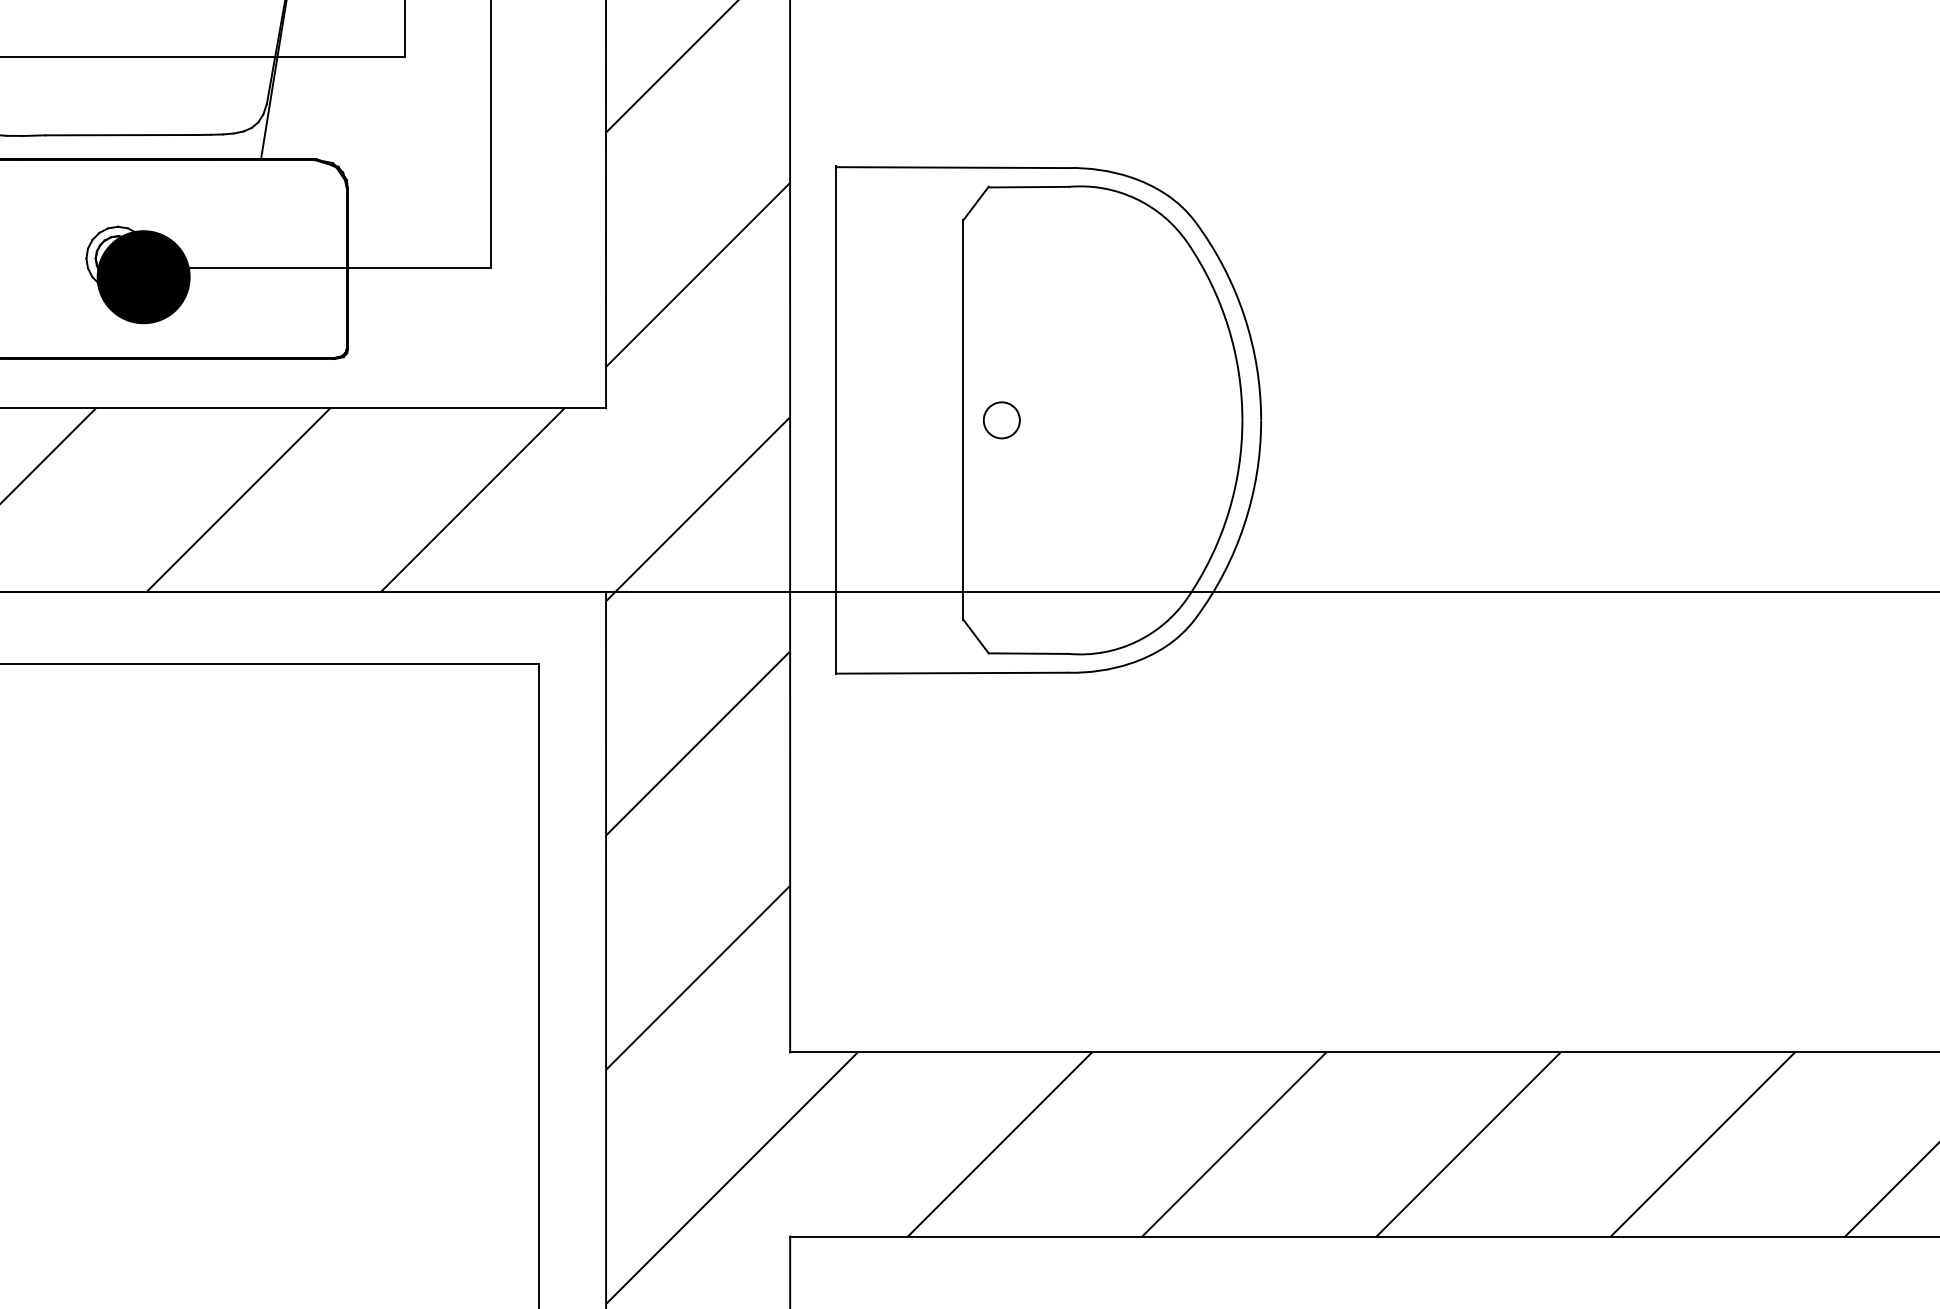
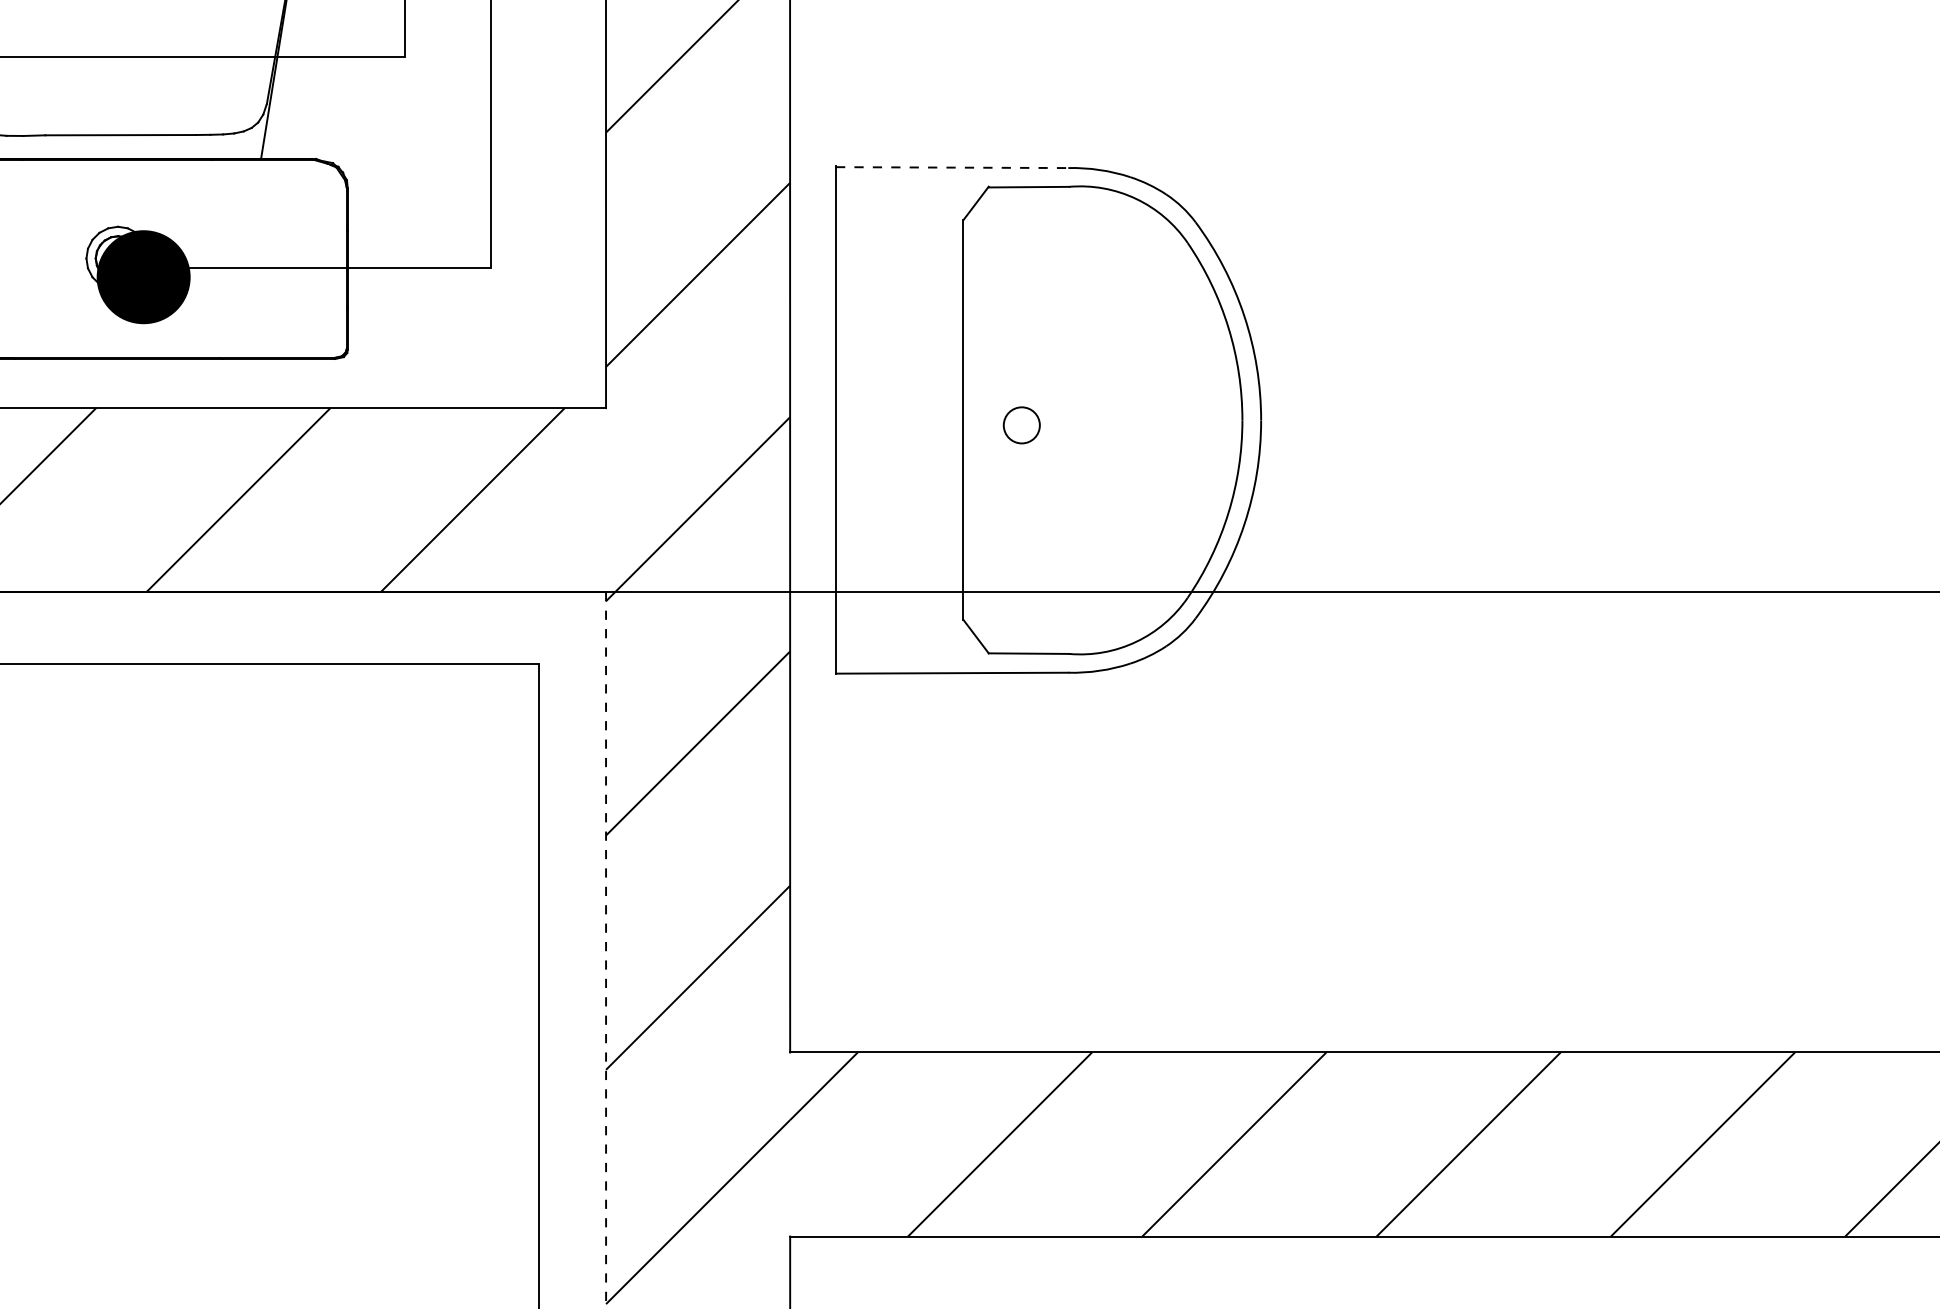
line at (952, 167): solid -> dashed
circle at (1001, 420) position: (1001, 420) -> (1021, 425)
line at (606, 950): solid -> dashed
